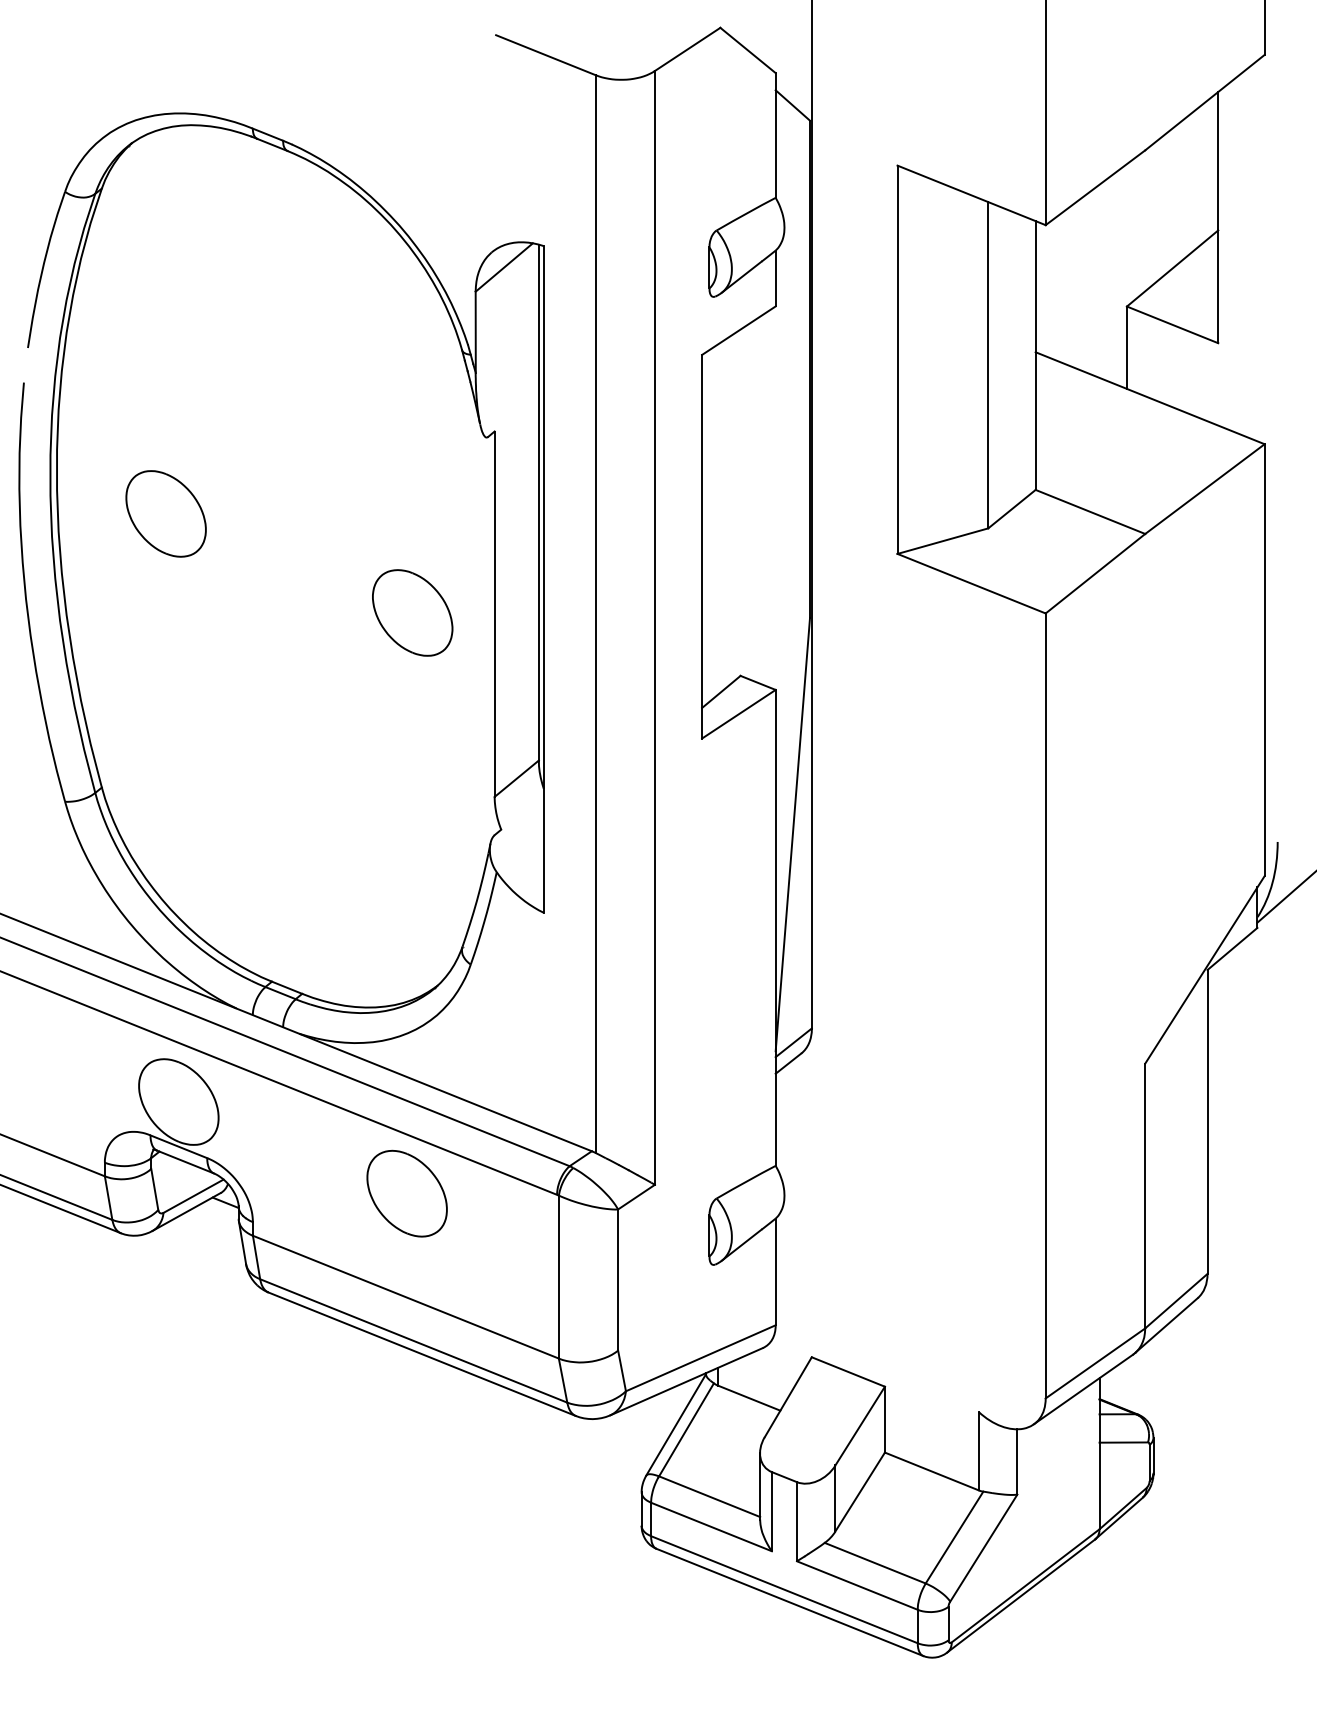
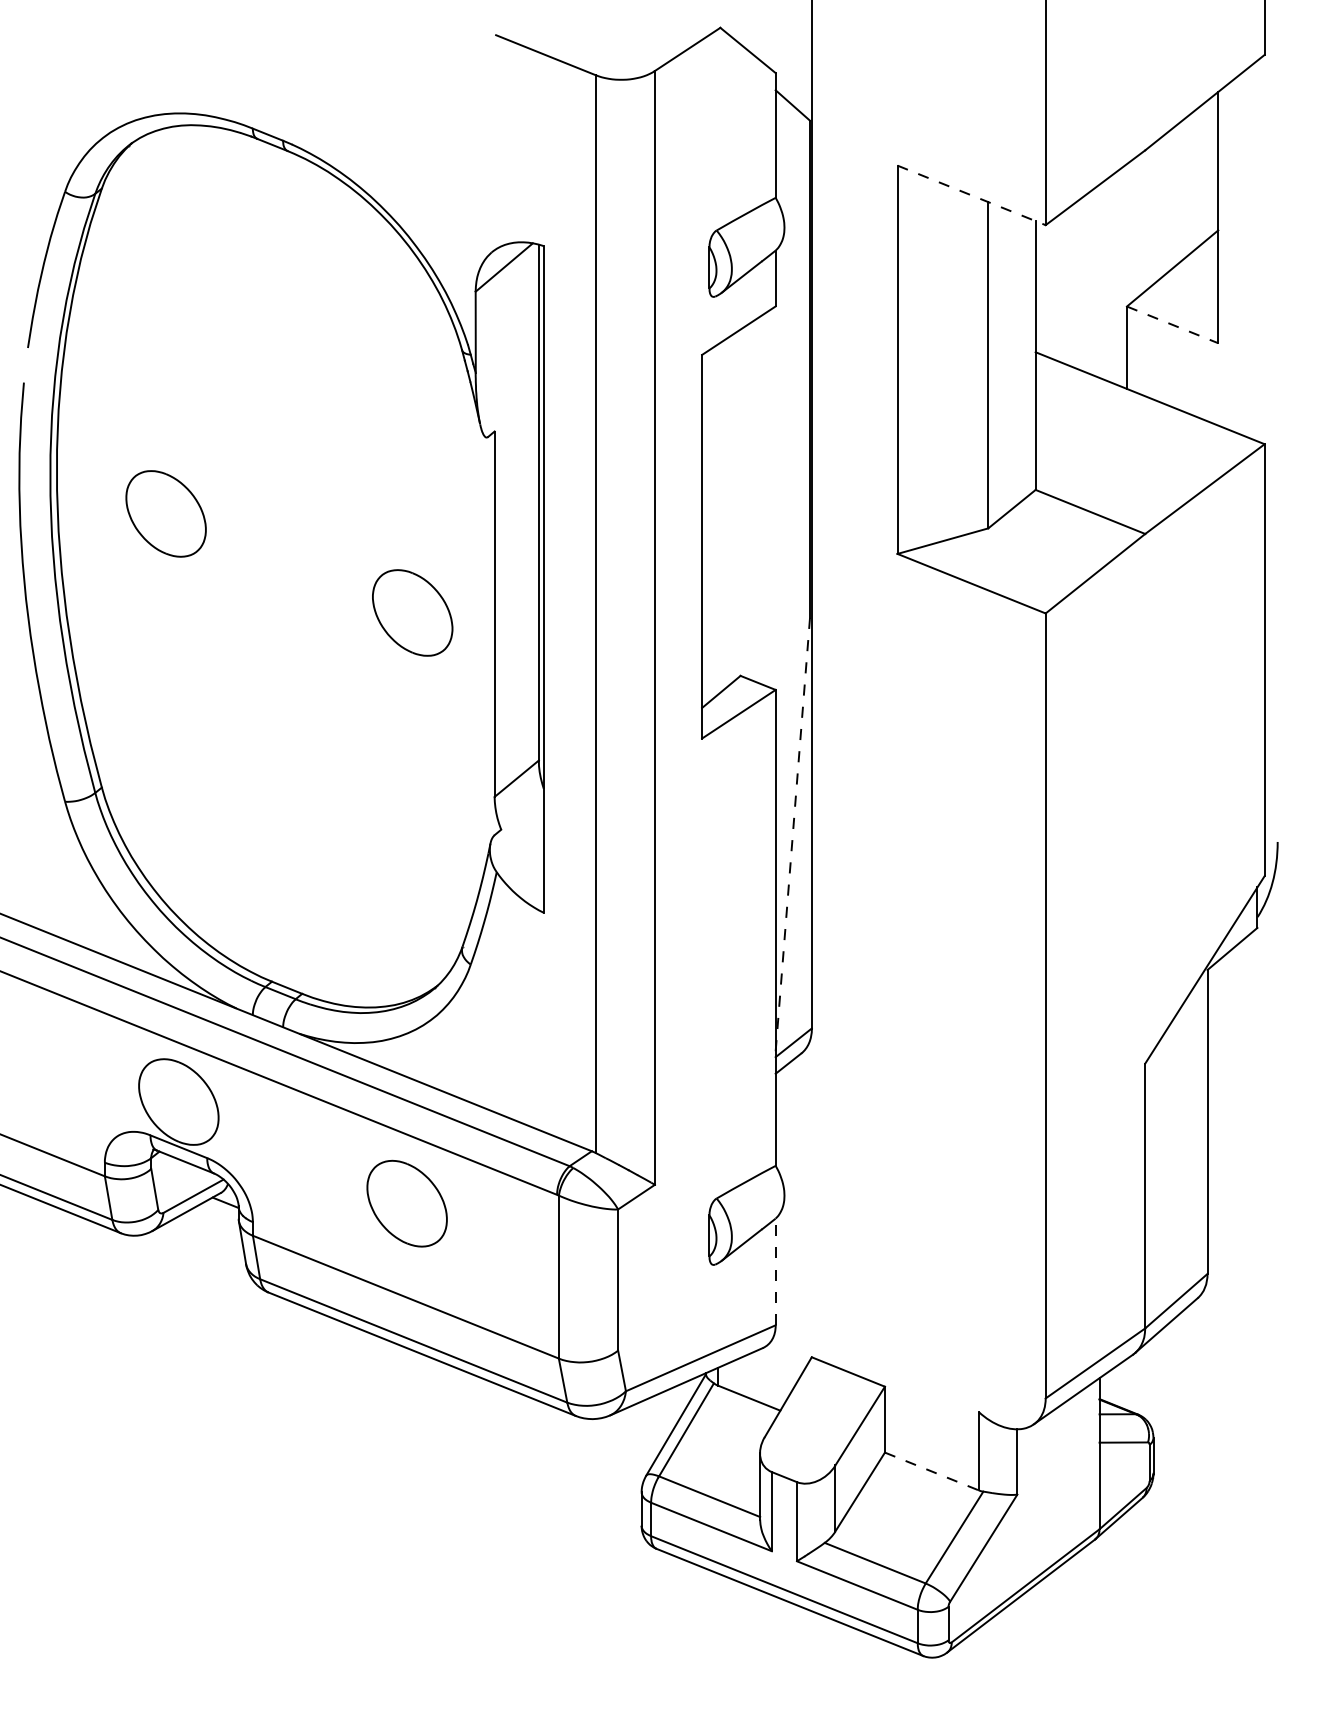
line at (971, 195): solid -> dashed
line at (1173, 325): solid -> dashed
line at (792, 834): solid -> dashed
line at (1285, 897): present -> none
part at (406, 1193) position: (406, 1193) -> (406, 1203)
line at (775, 1271): solid -> dashed
line at (931, 1471): solid -> dashed
